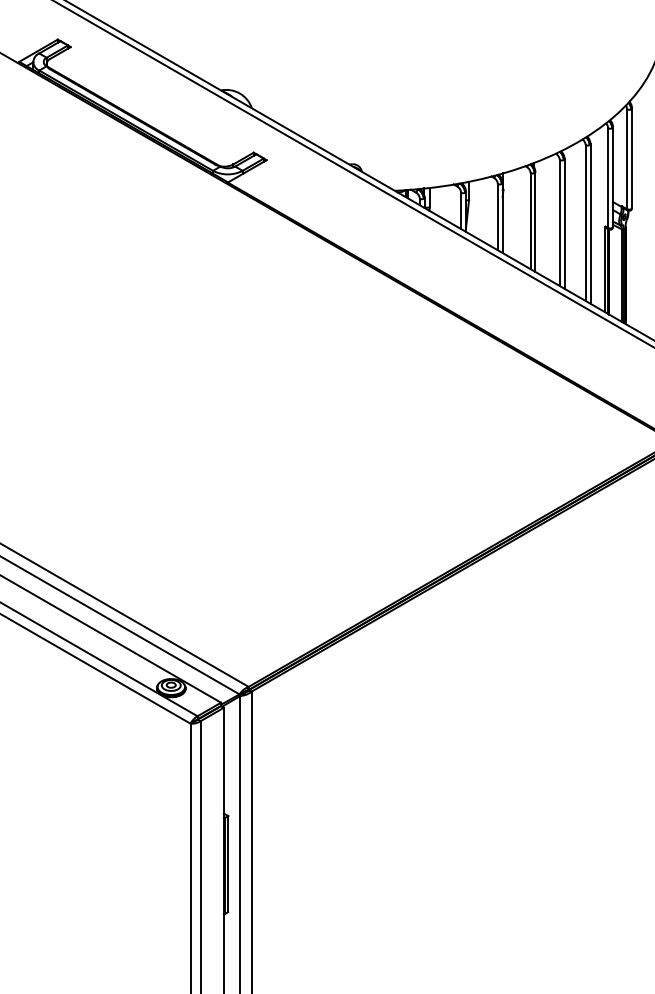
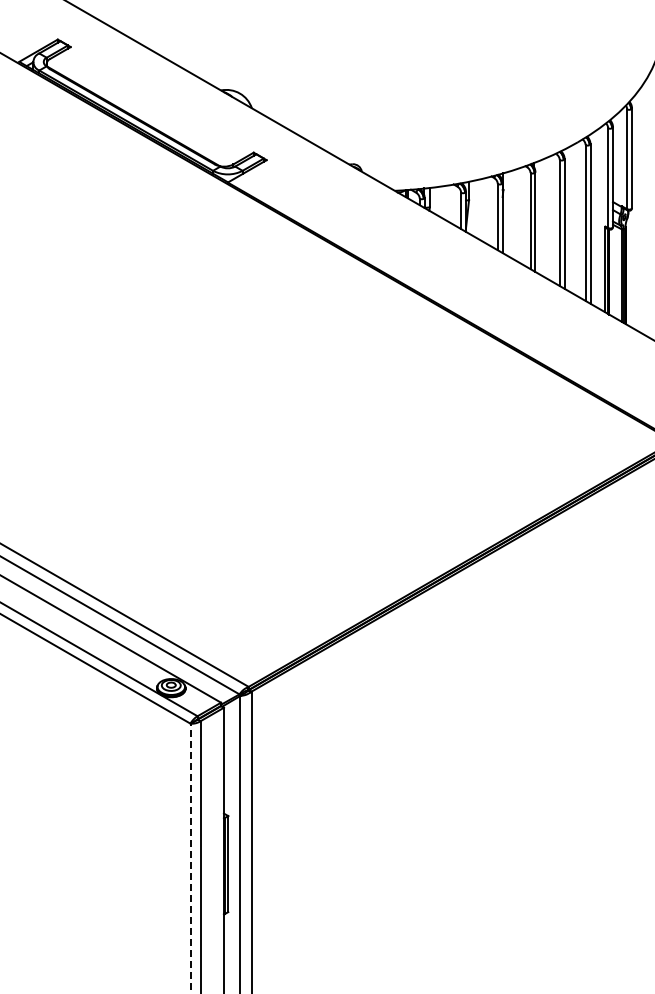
line at (353, 174): present -> none
line at (190, 858): solid -> dashed
